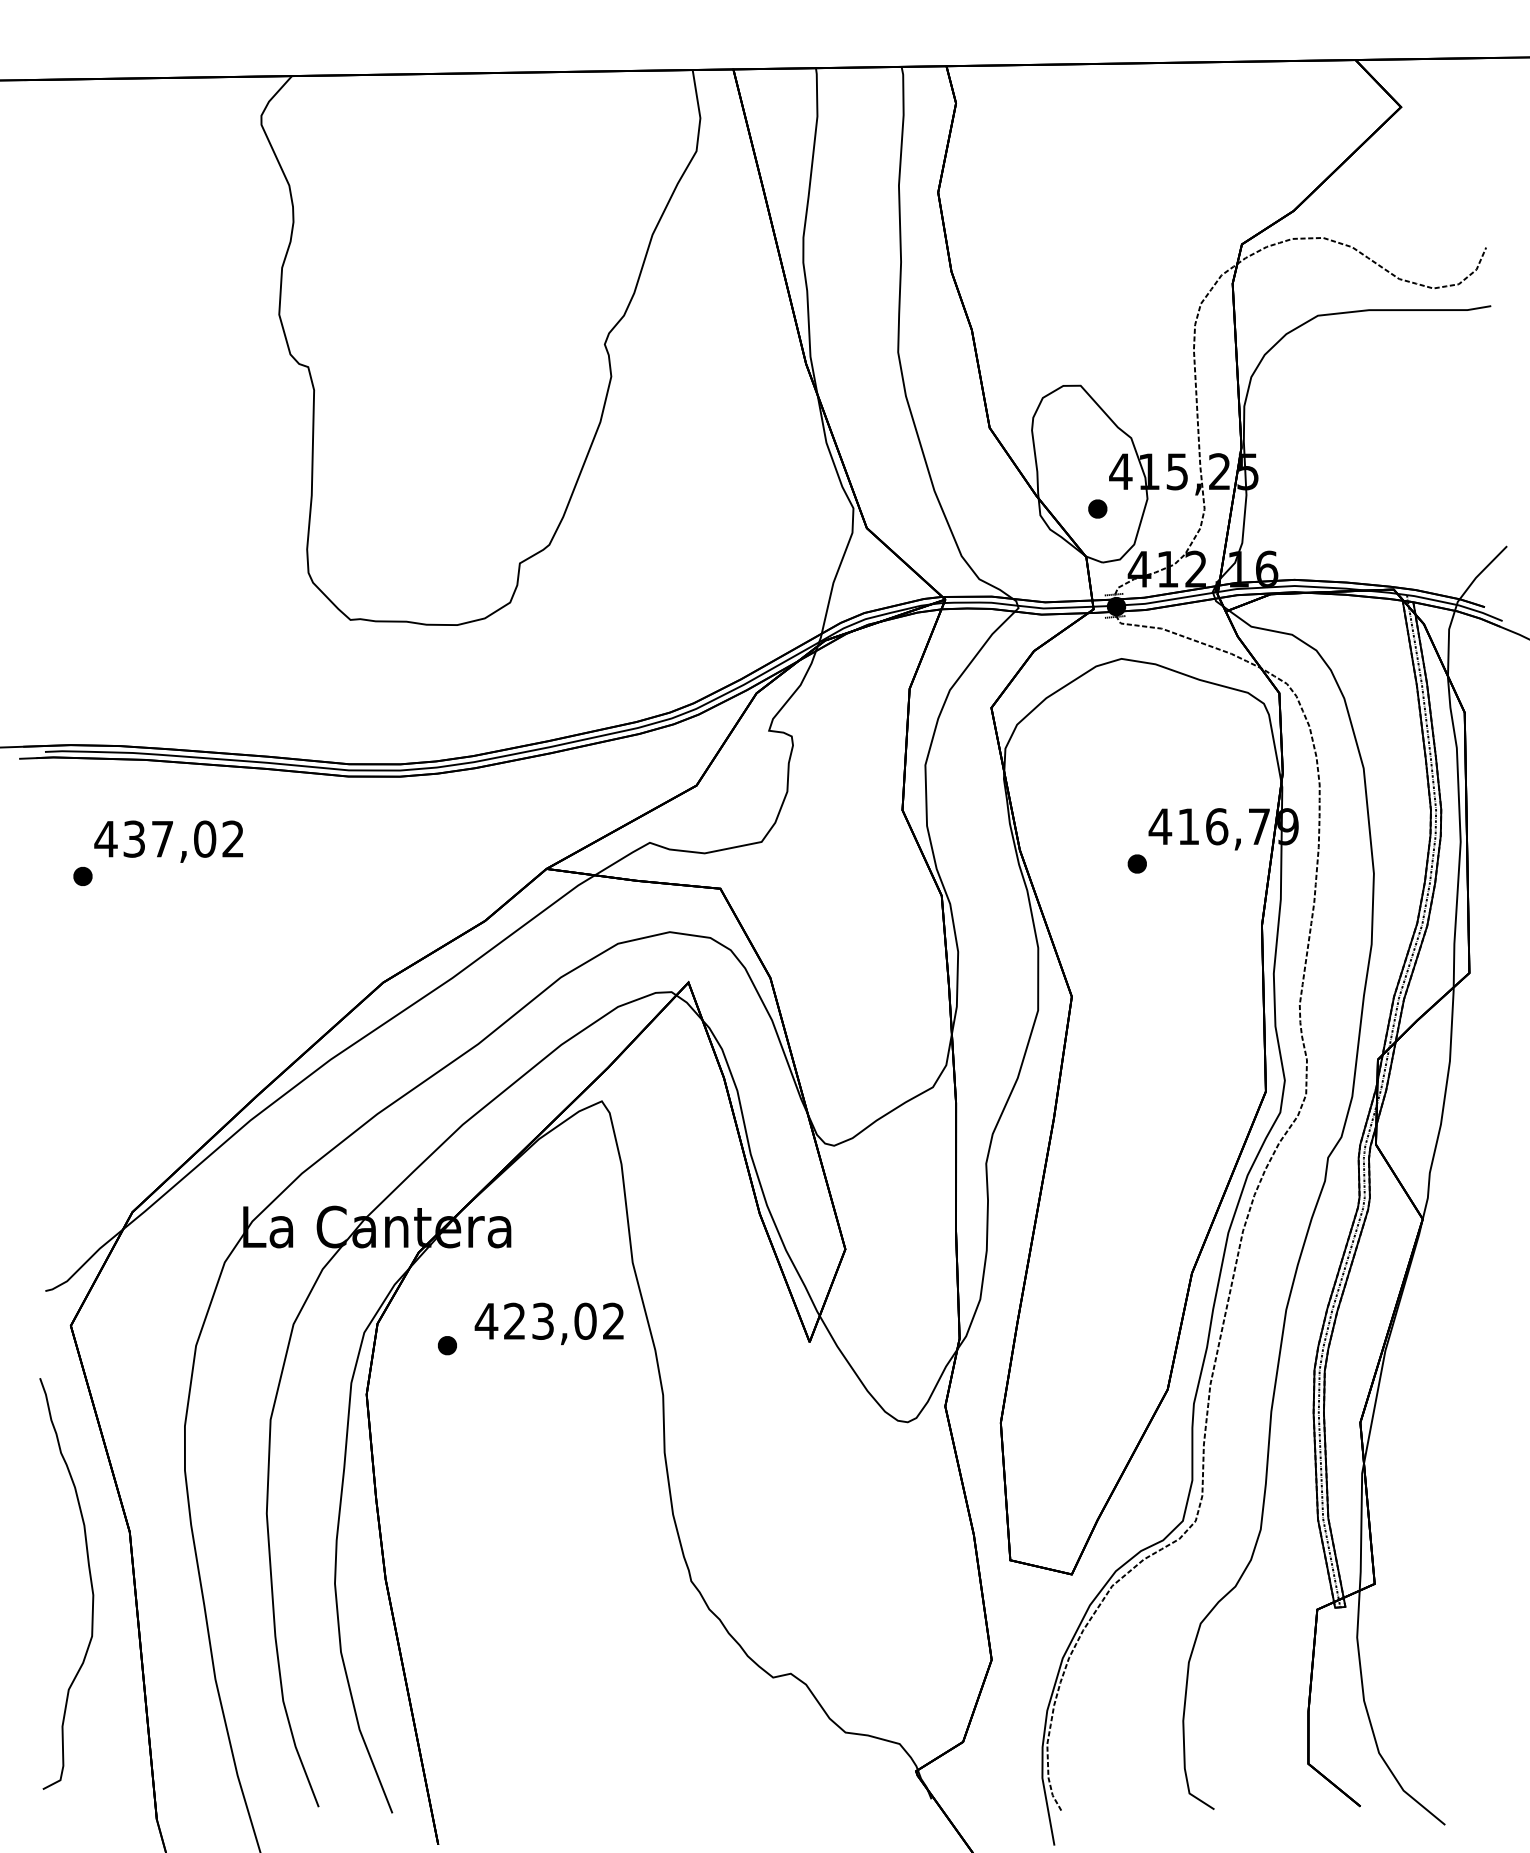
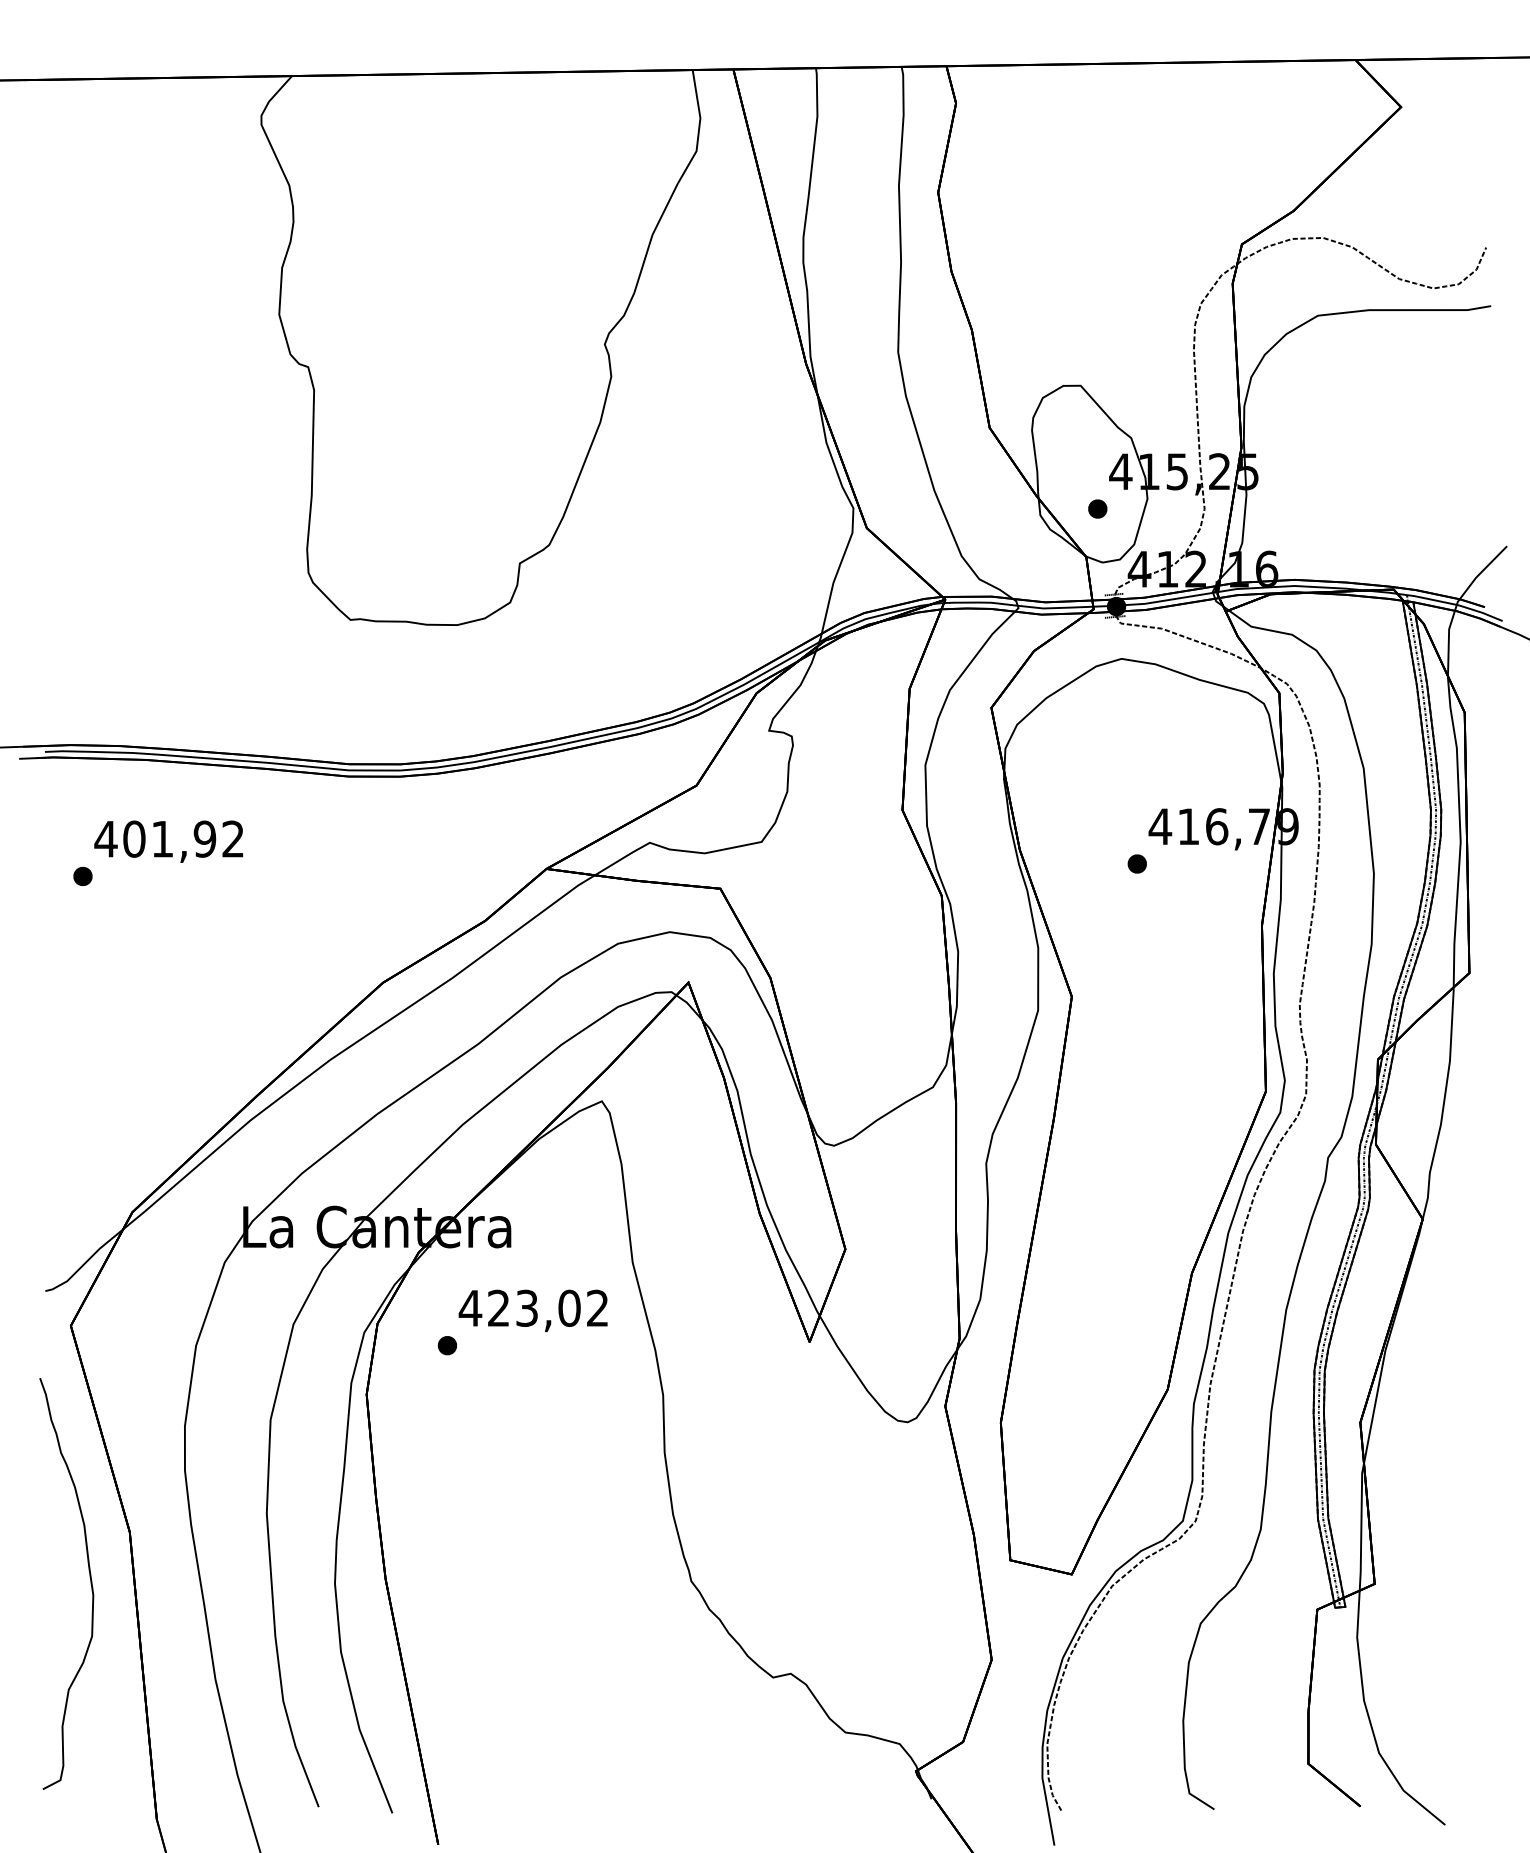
text at (169, 838): 437,02 -> 401,92
text at (548, 1323) position: (548, 1323) -> (532, 1310)
